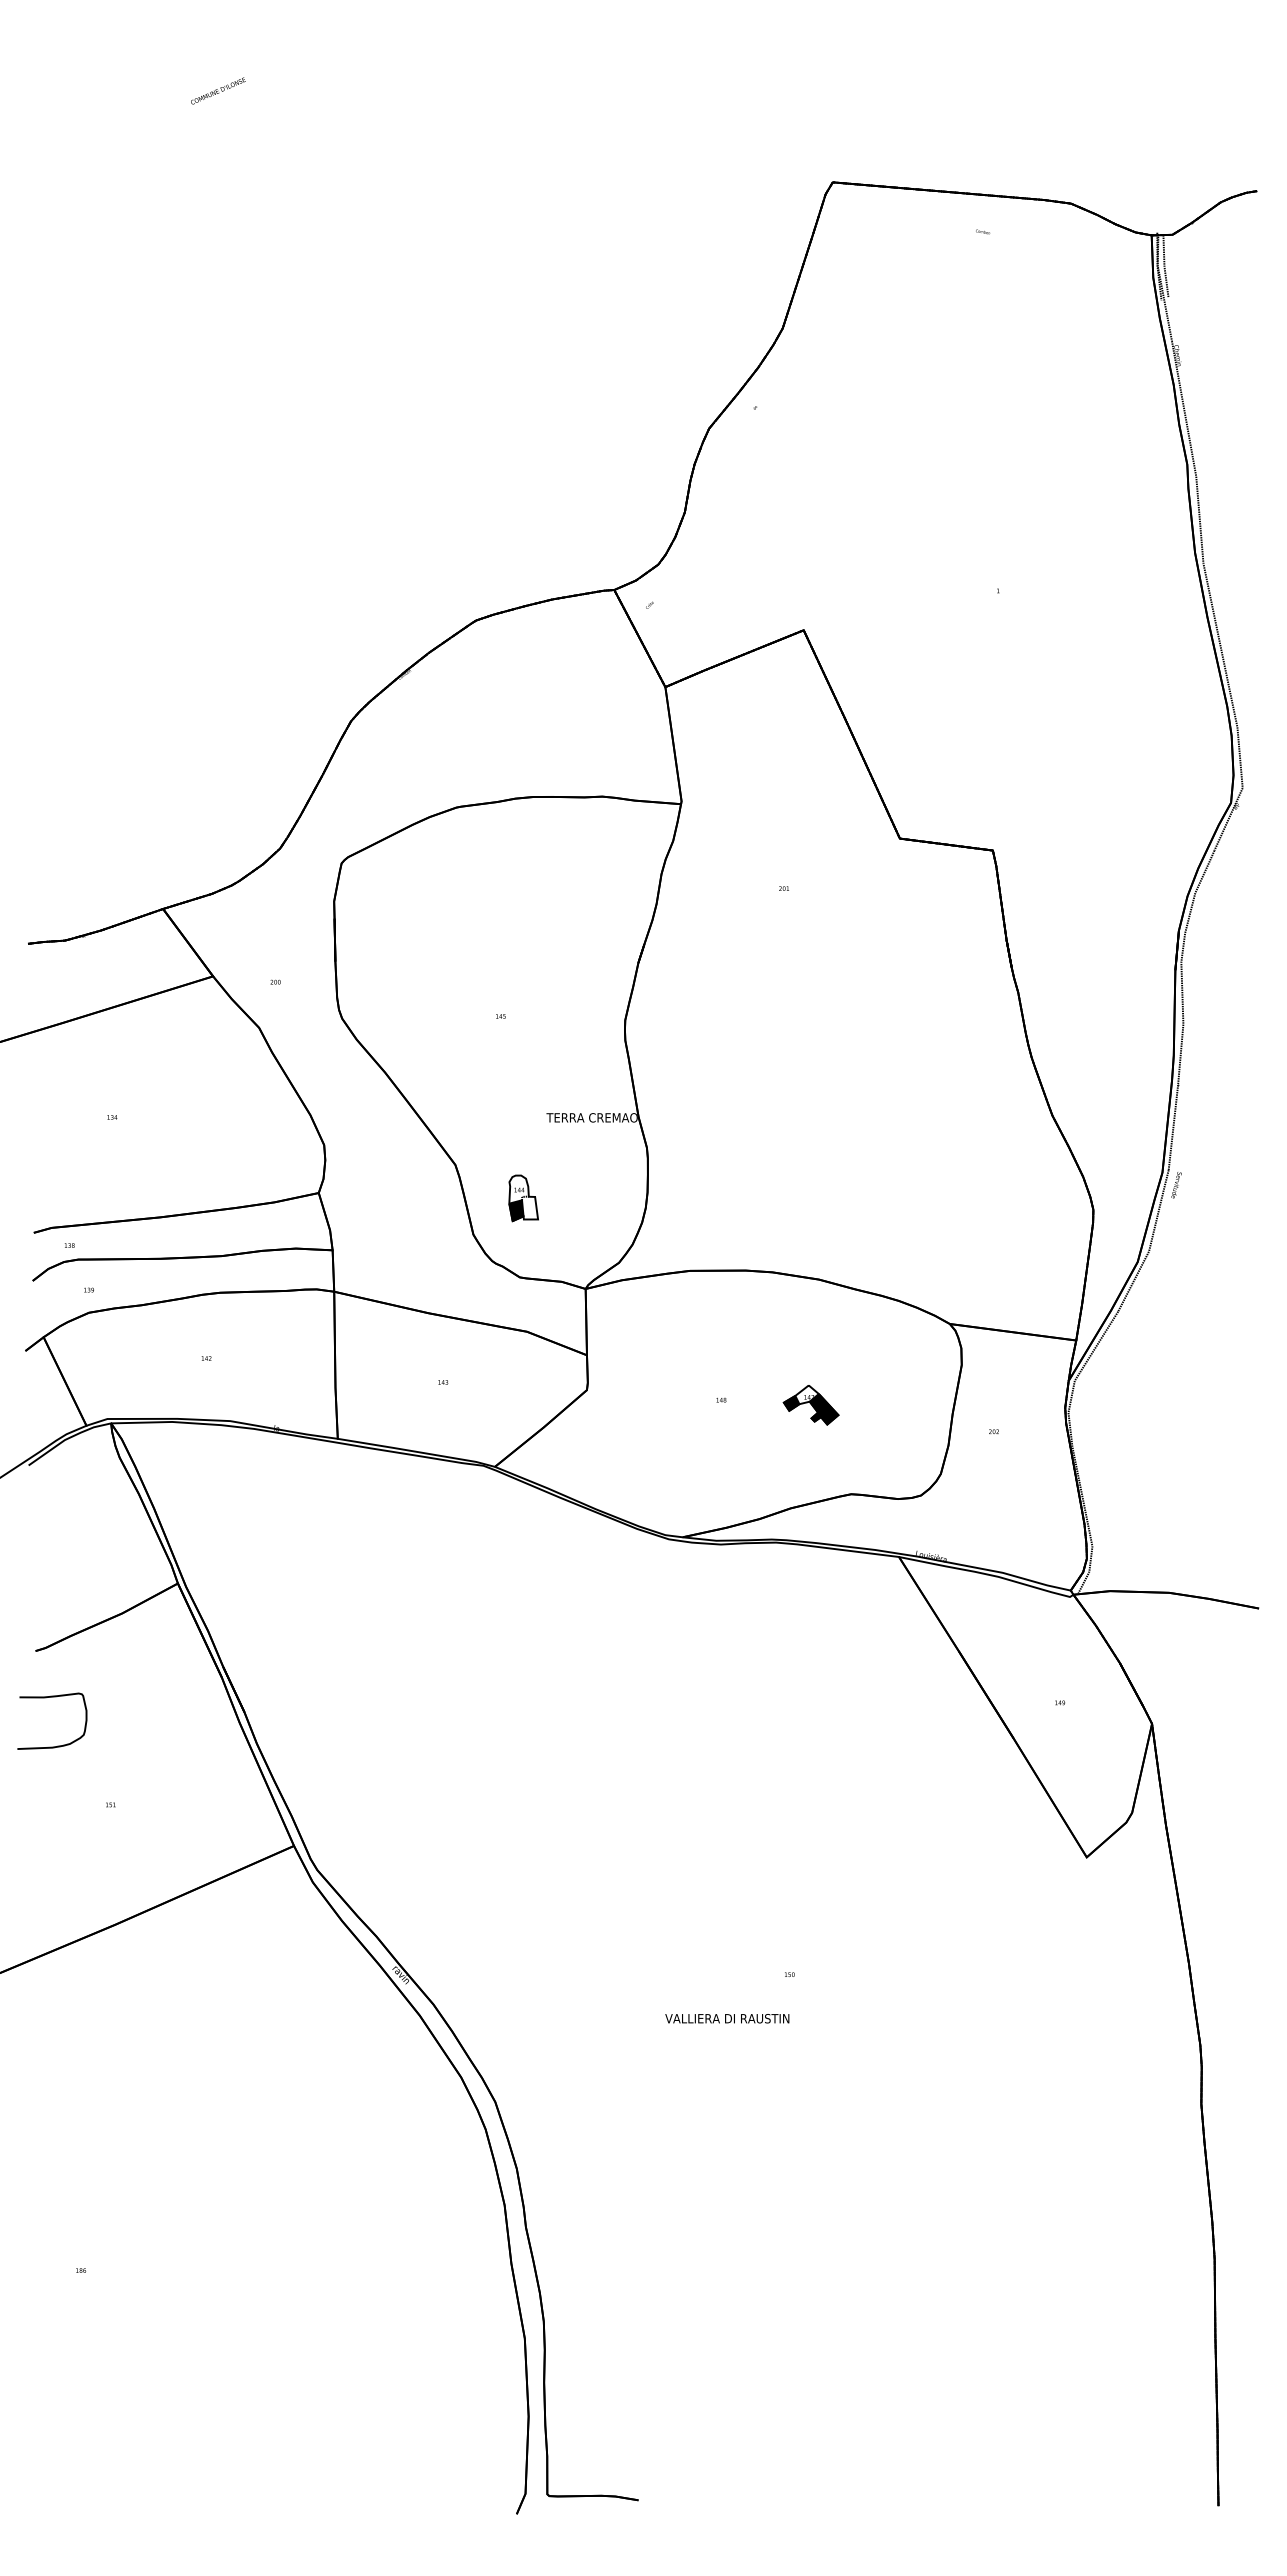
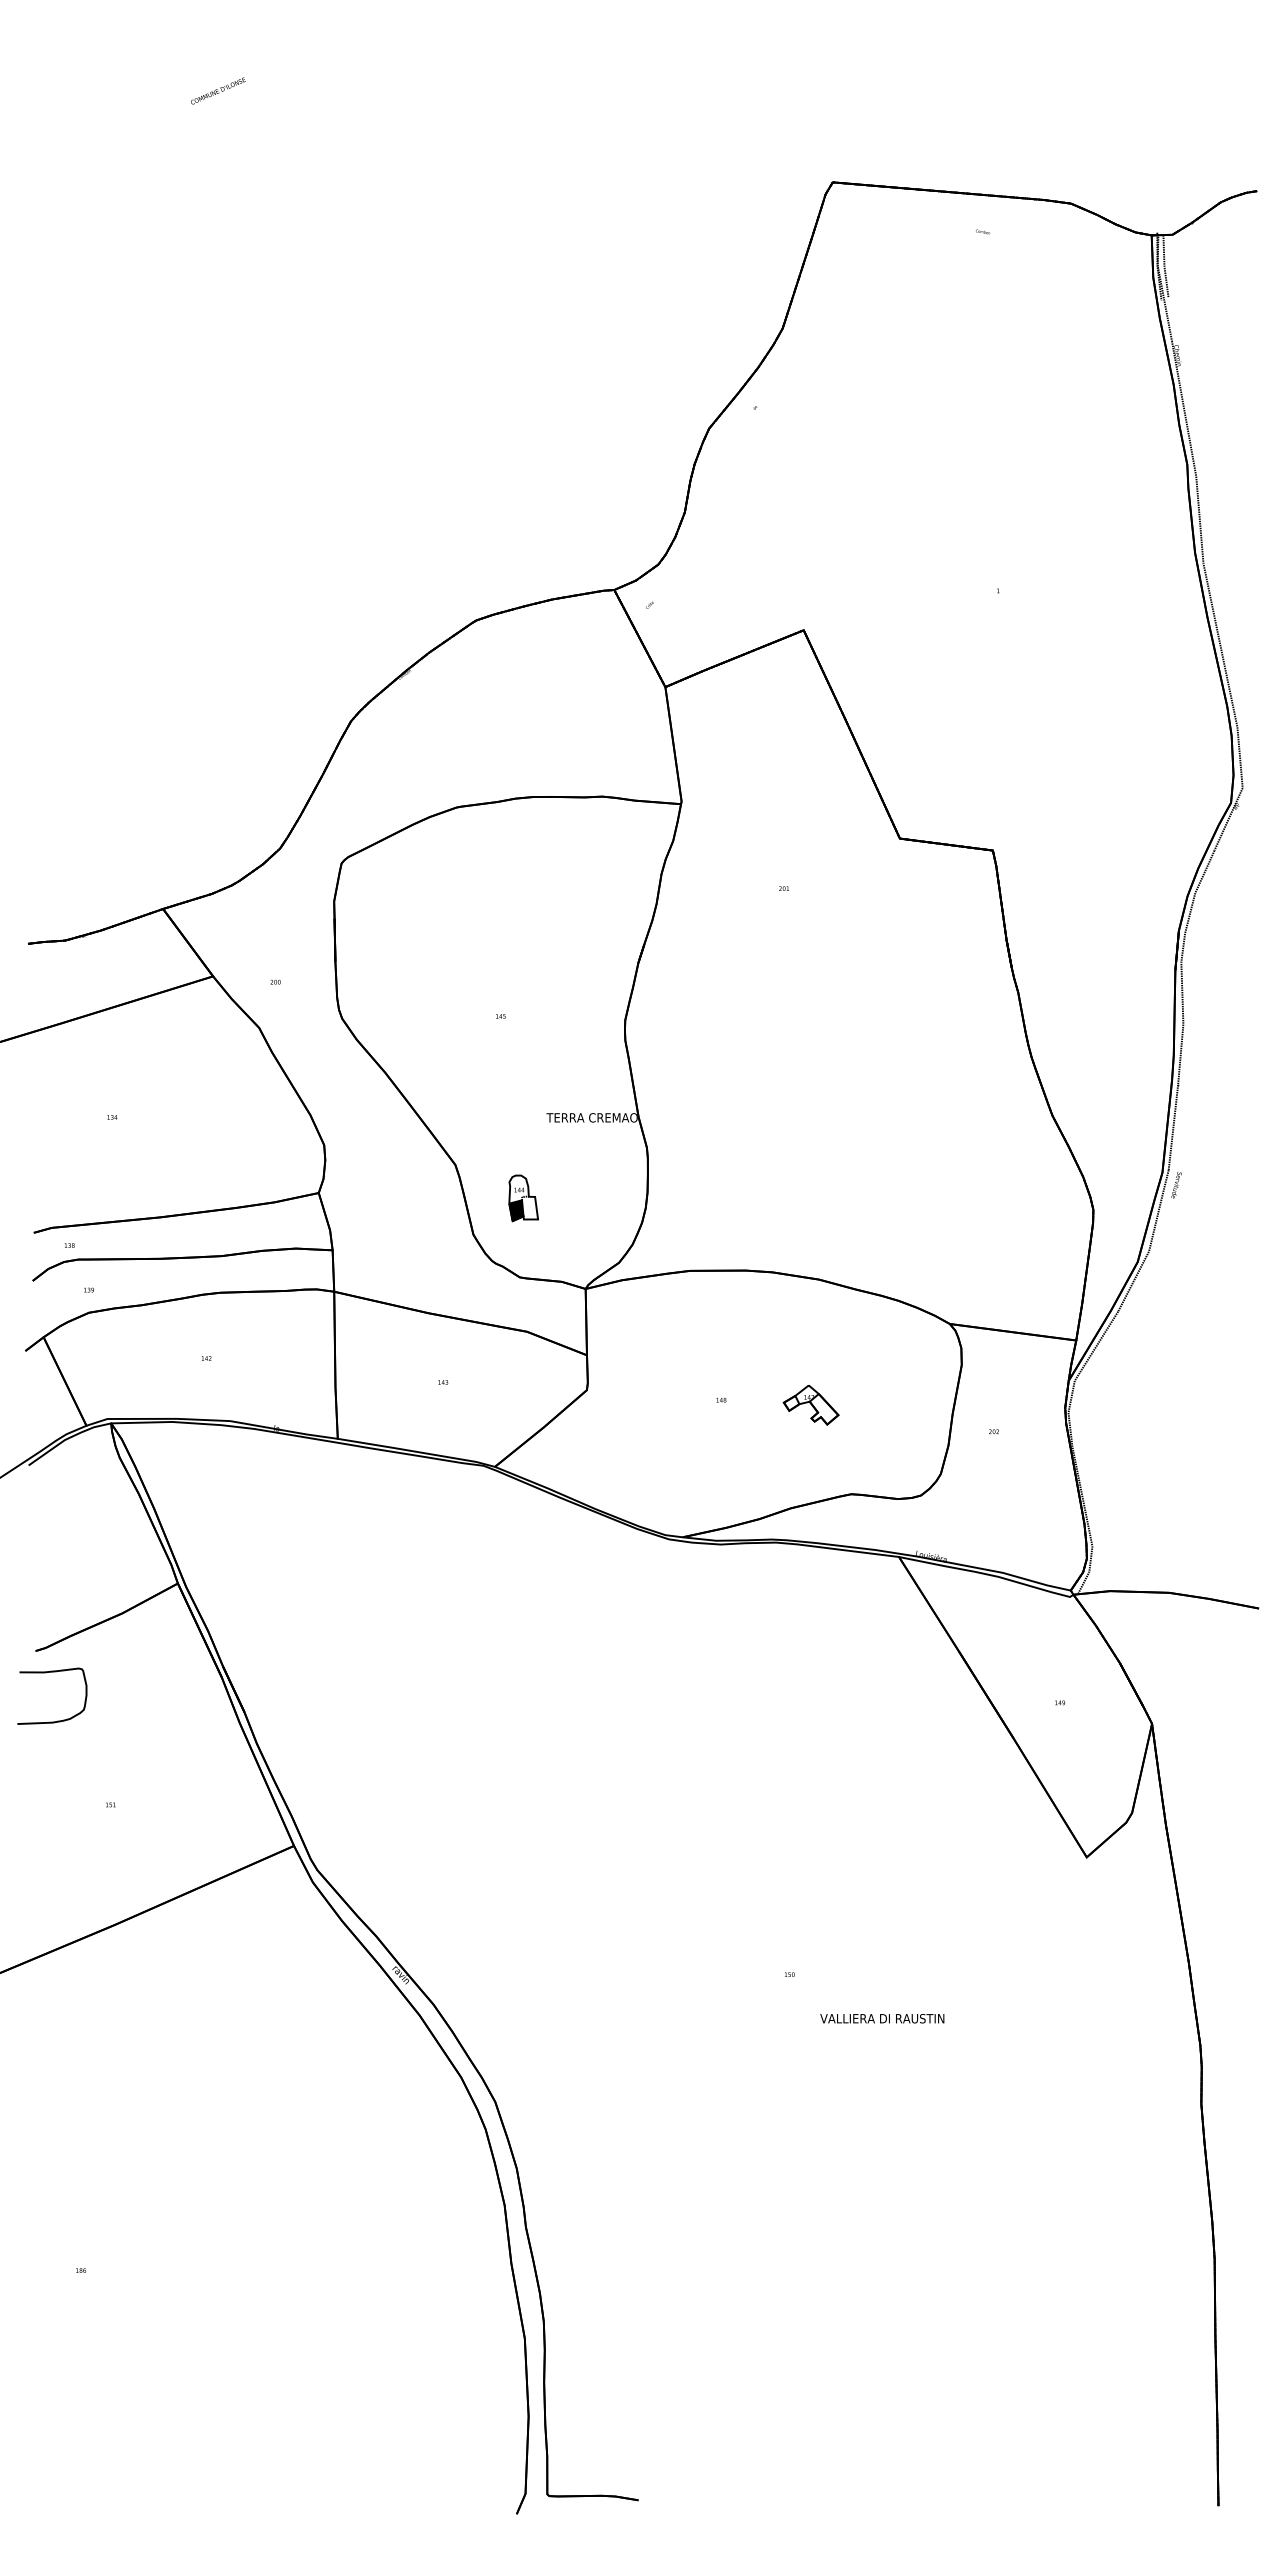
fill at (791, 1402): present -> none
fill at (823, 1409): present -> none
curve at (46, 1698) position: (46, 1698) -> (46, 1673)
text at (727, 2018) position: (727, 2018) -> (882, 2018)
